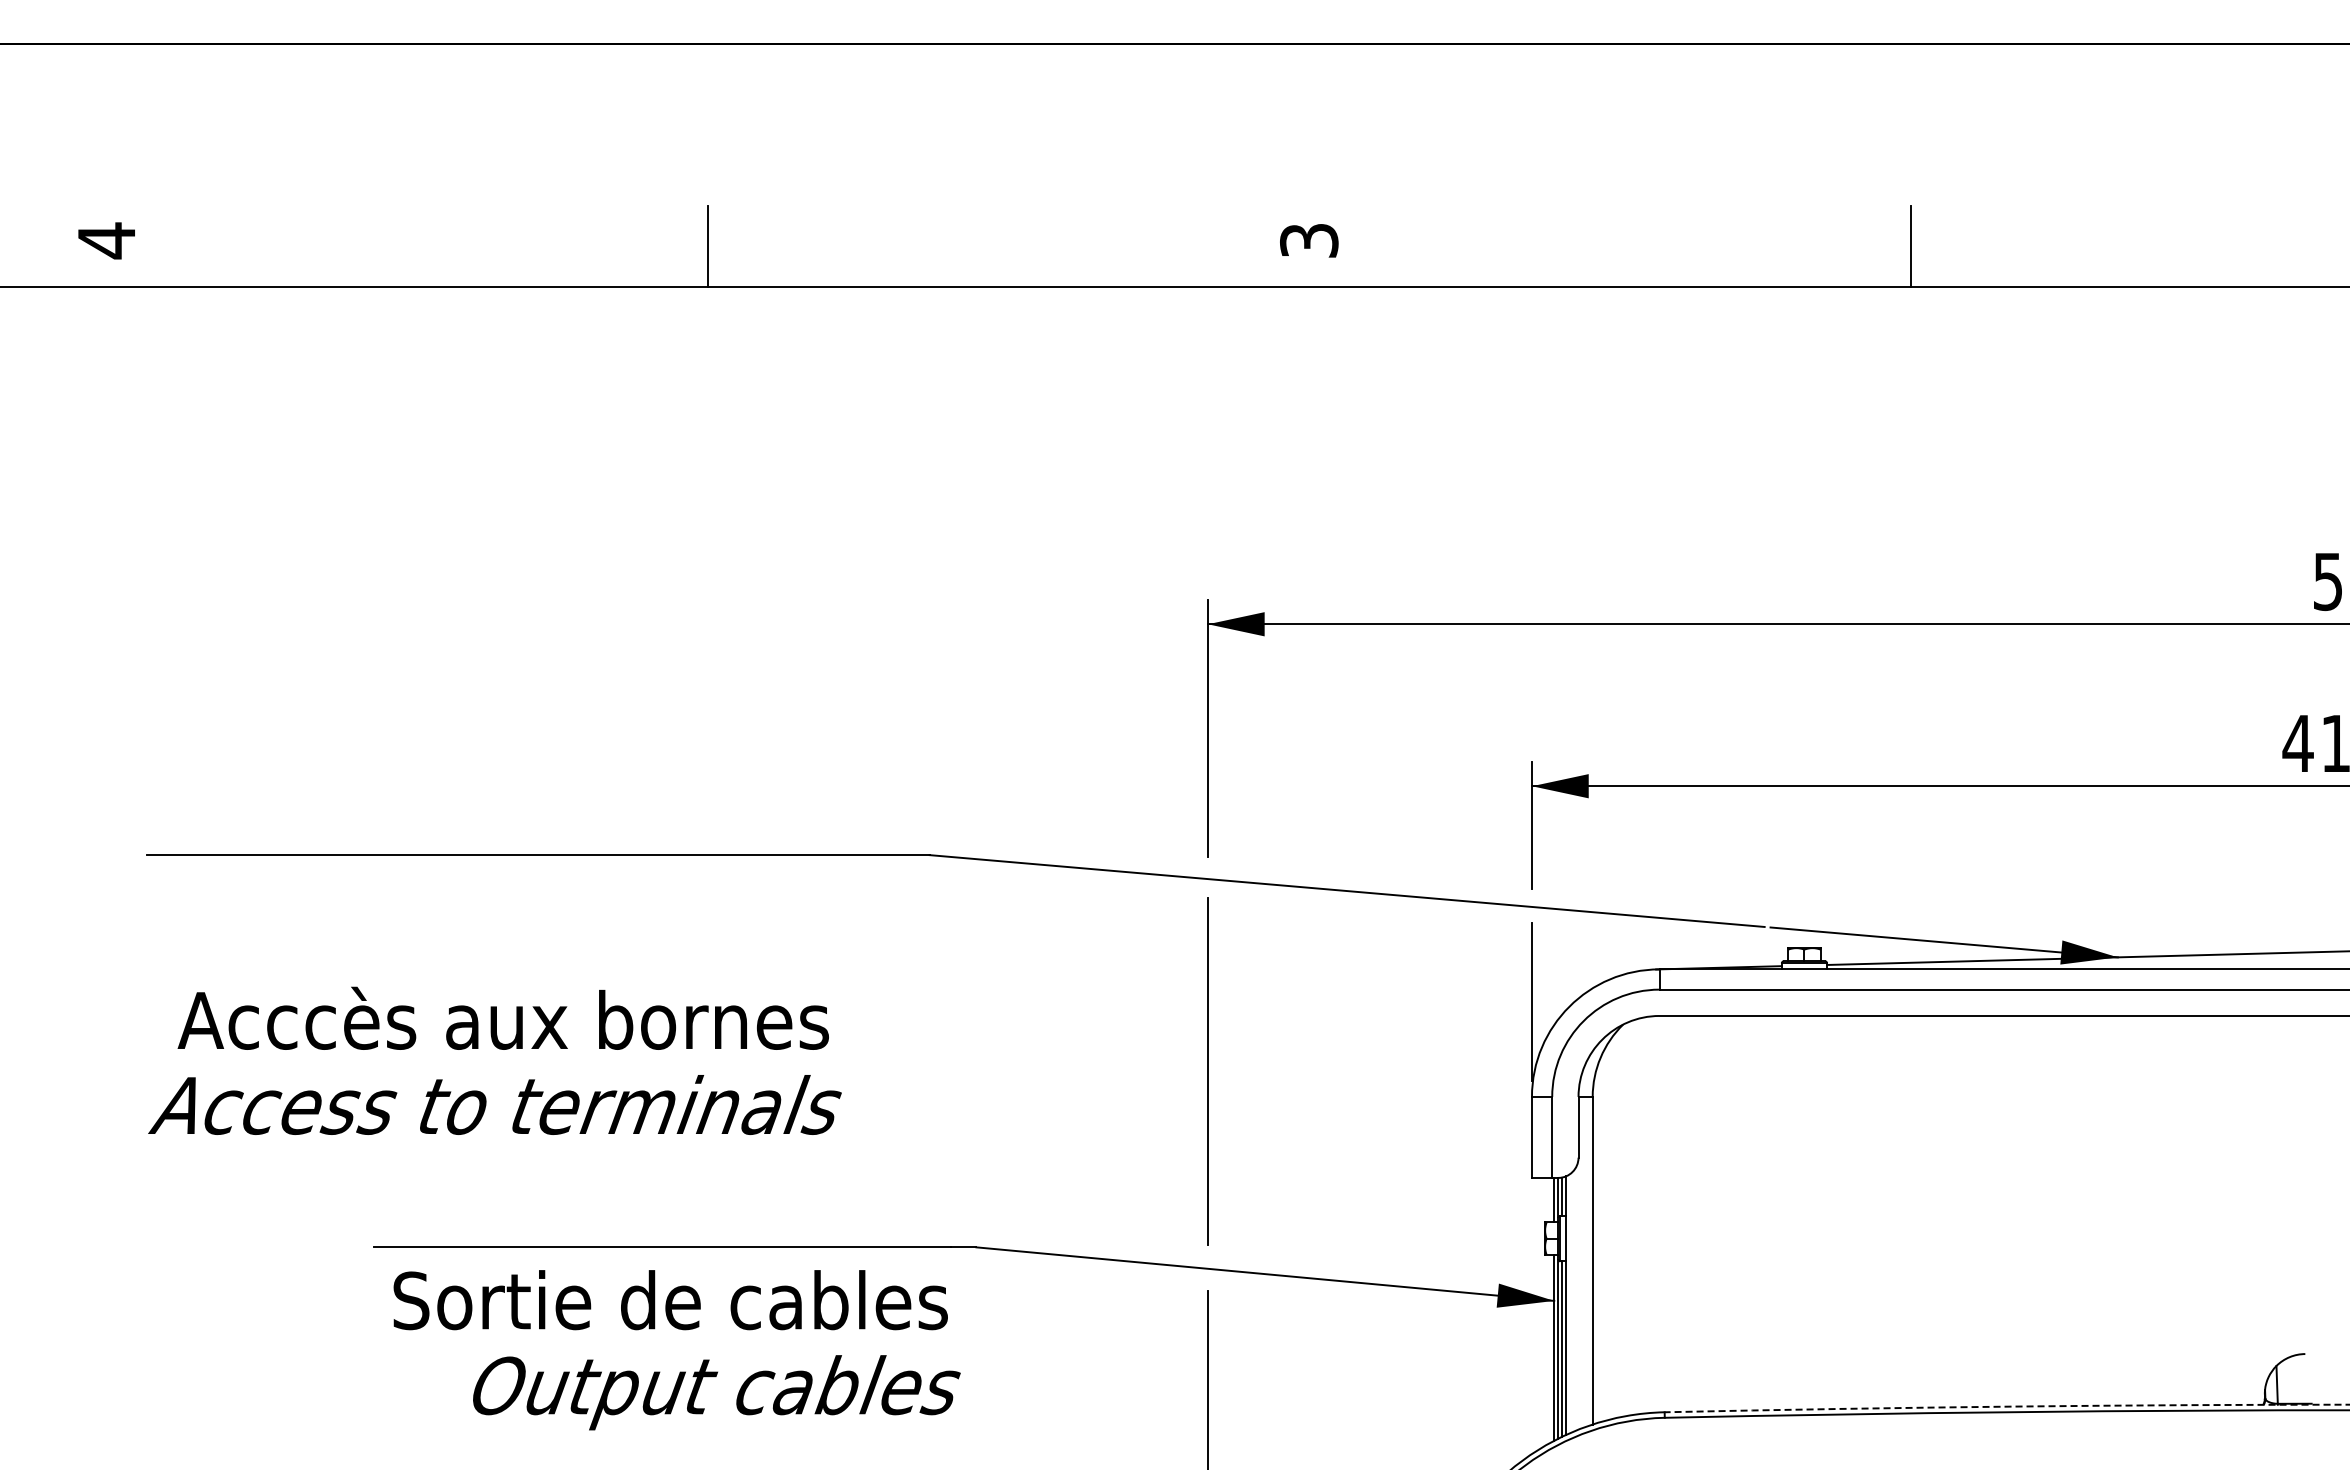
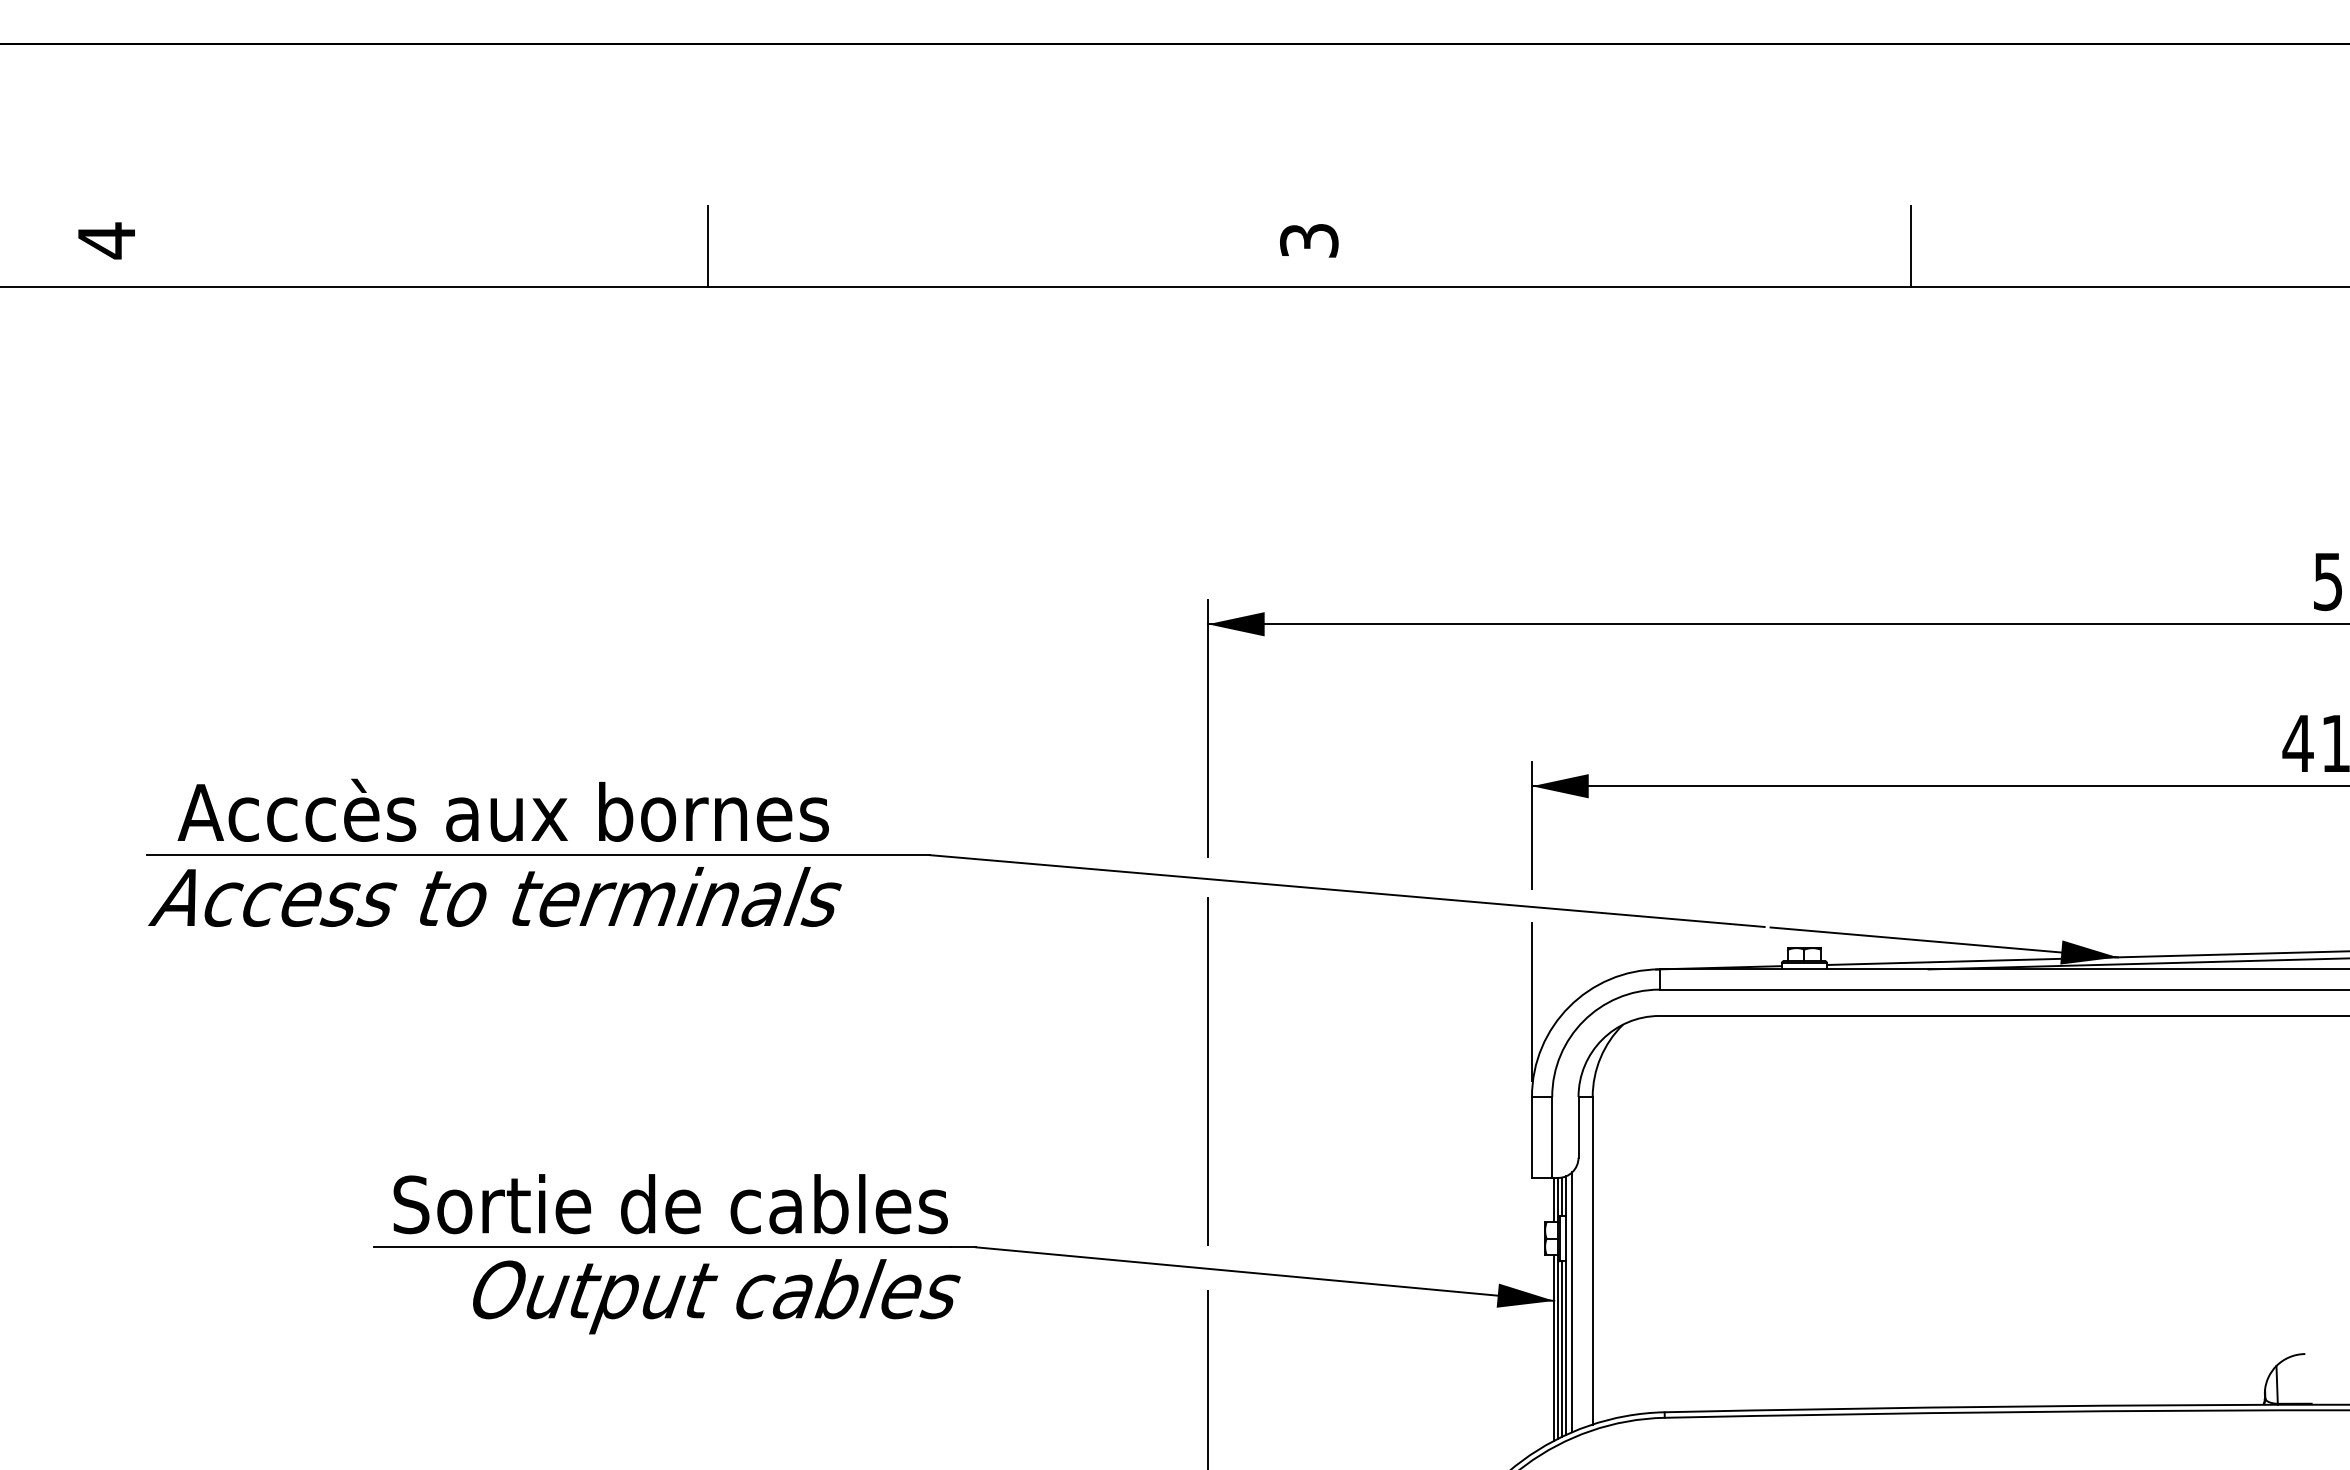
line at (2137, 963): none -> present
text at (494, 1060) position: (494, 1060) -> (494, 852)
line at (1572, 1302): none -> present
text at (676, 1350) position: (676, 1350) -> (676, 1254)
arc at (2007, 1406): dashed -> solid
